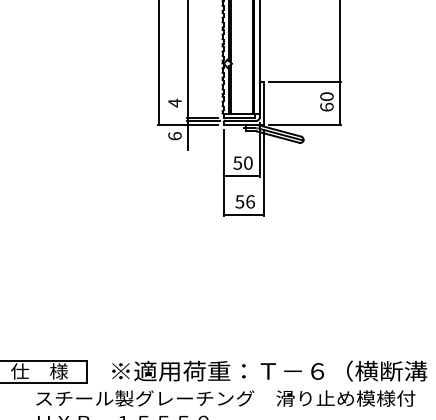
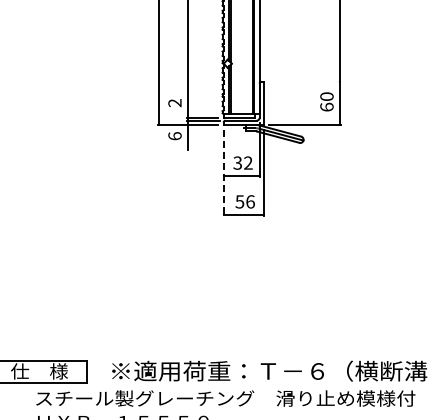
line at (304, 81): present -> none
text at (174, 102): 4 -> 2
text at (242, 162): 50 -> 32
line at (223, 172): solid -> dashed
